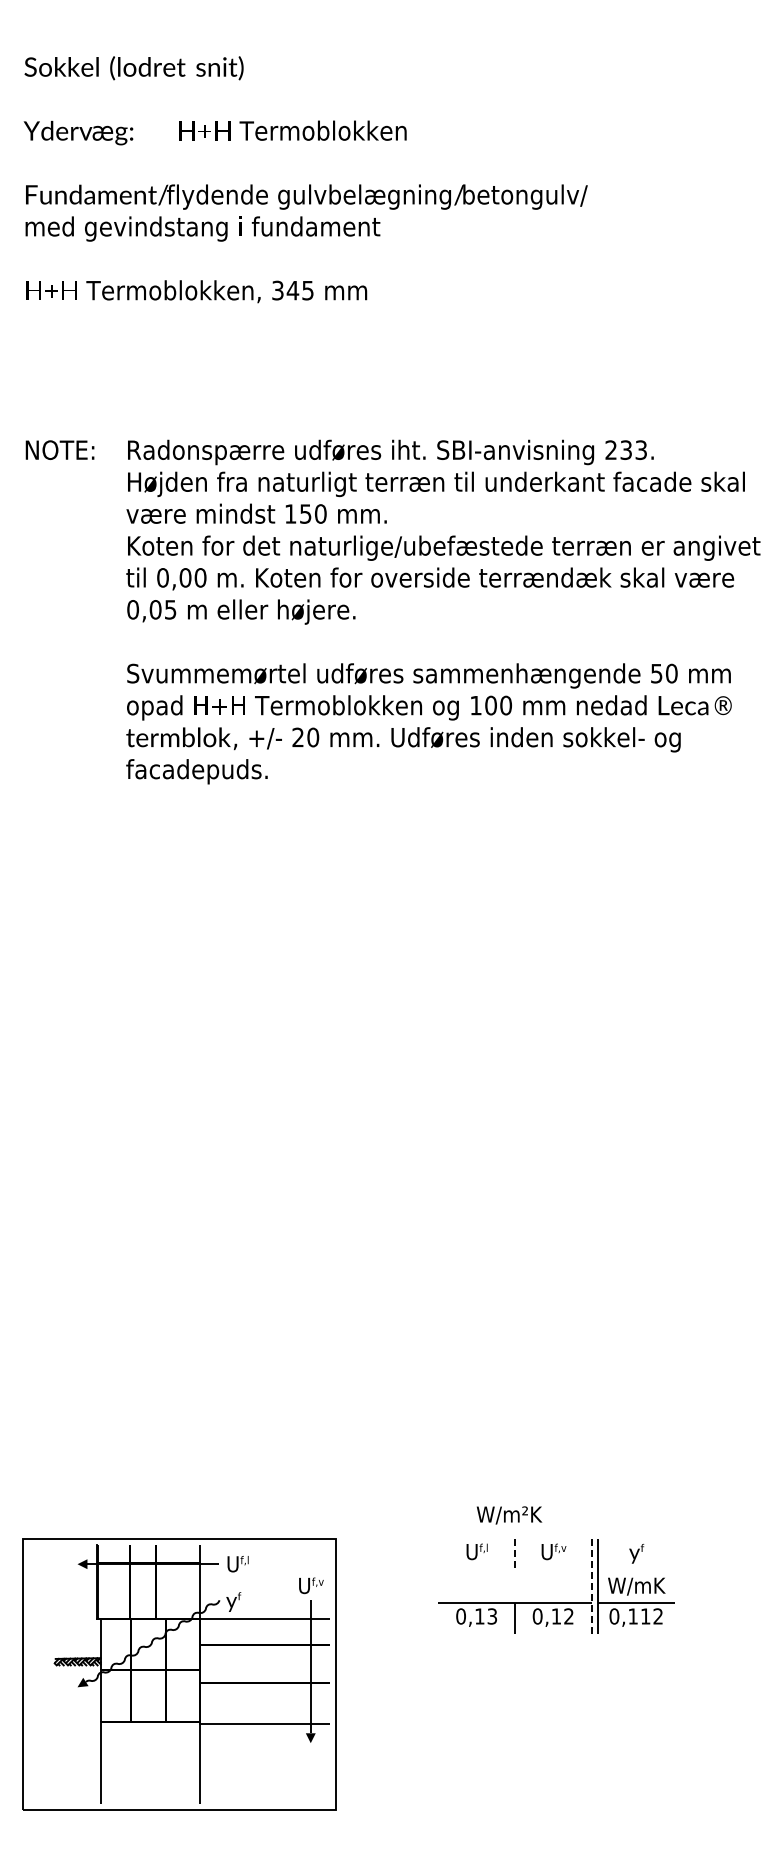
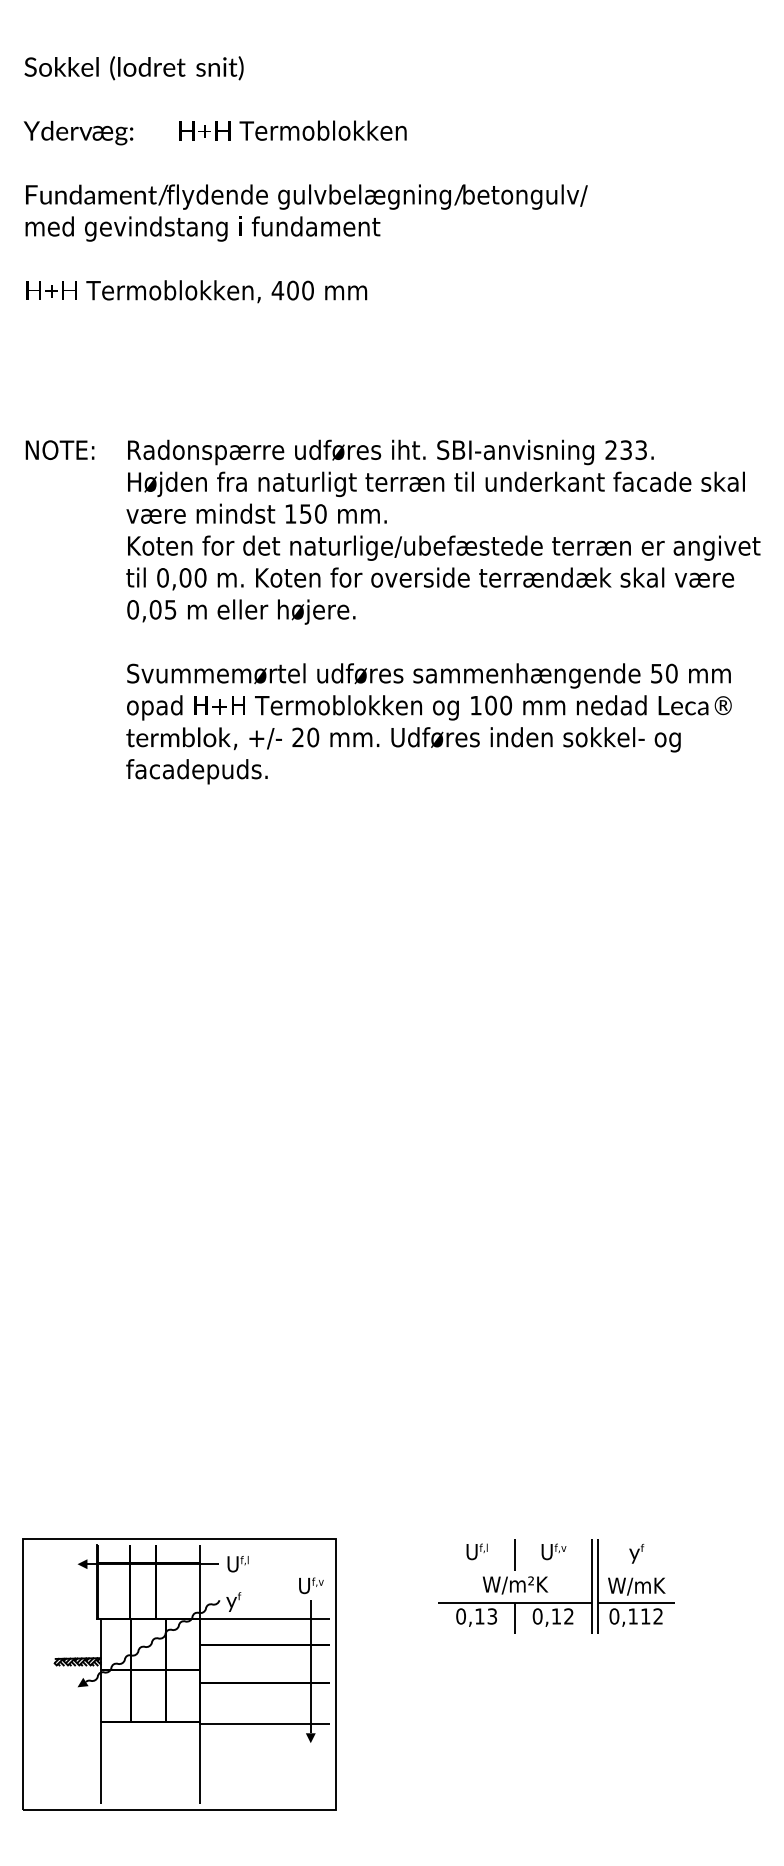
text at (292, 290): 345 -> 400
text at (509, 1515) position: (509, 1515) -> (515, 1585)
line at (515, 1554): dashed -> solid
line at (591, 1586): dashed -> solid
